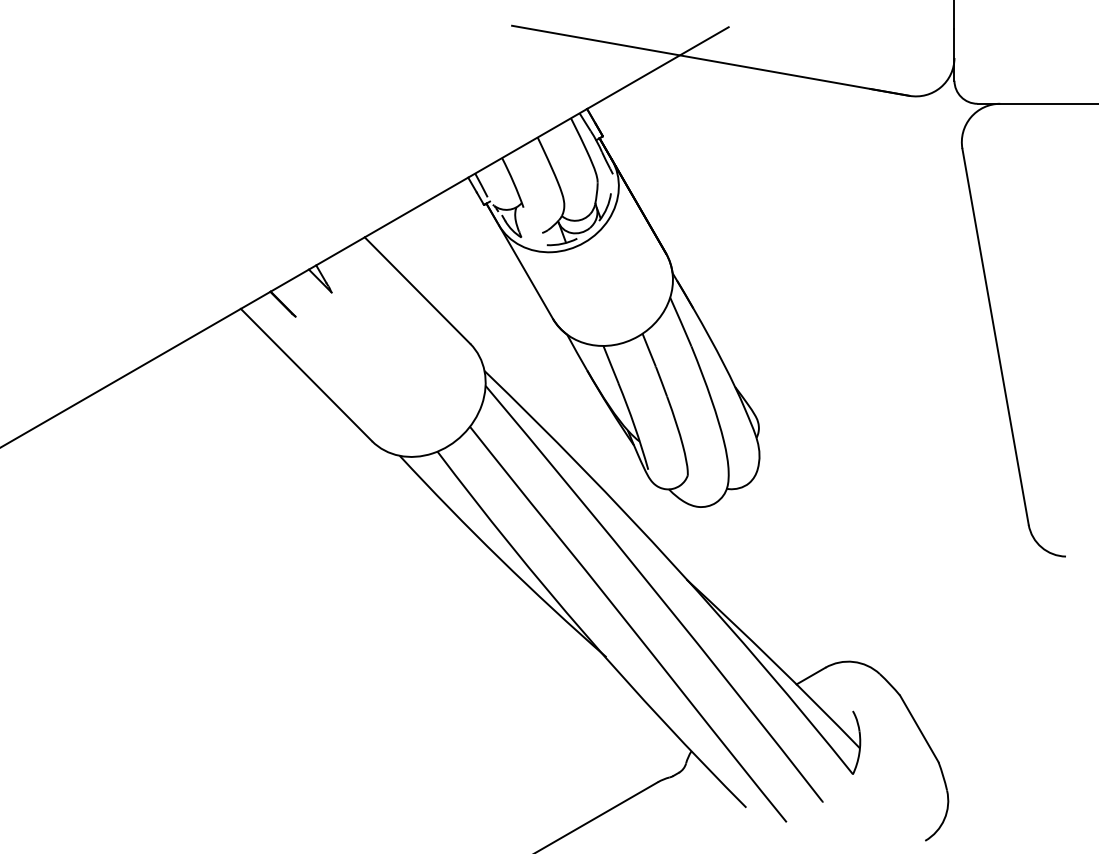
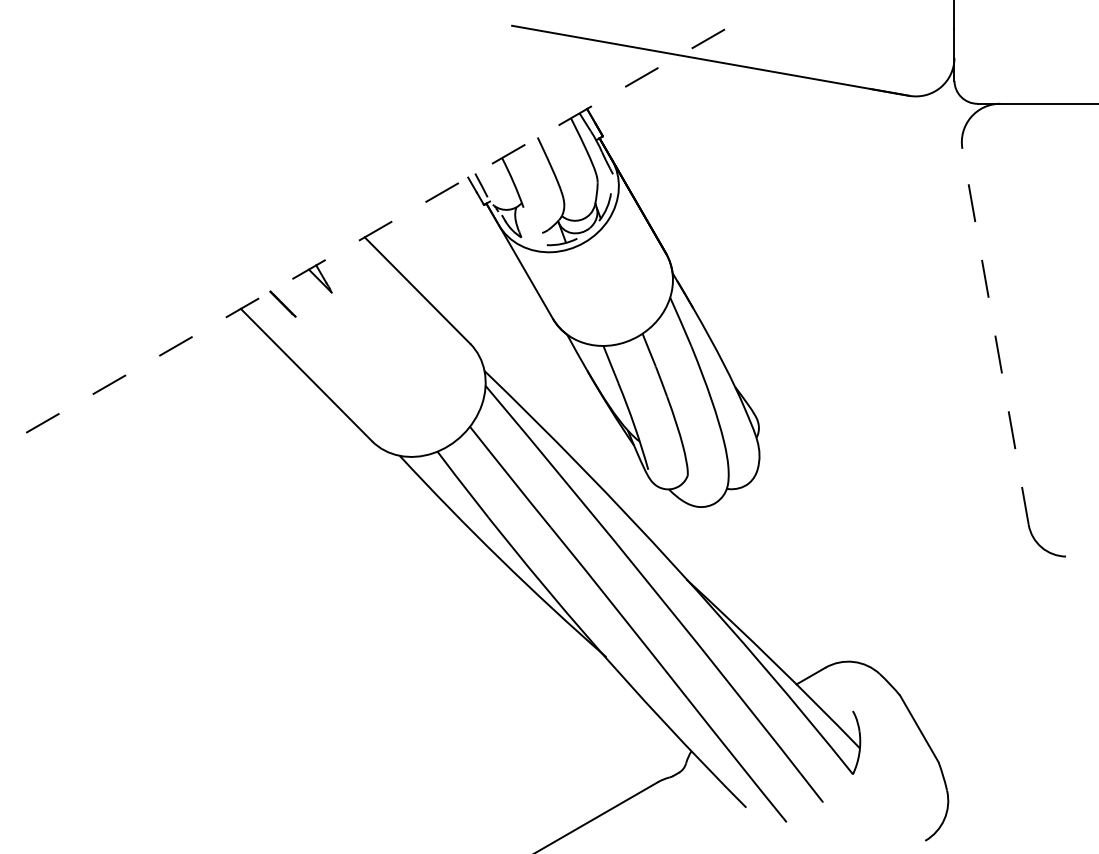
line at (365, 237): solid -> dashed
line at (995, 336): solid -> dashed
